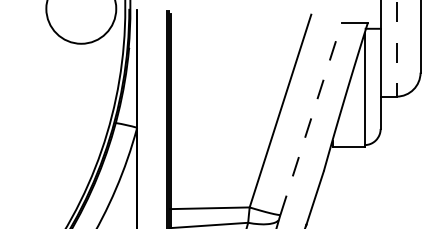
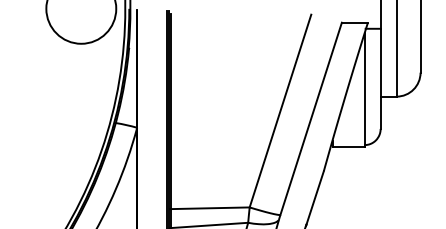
line at (396, 48): dashed -> solid
line at (311, 118): dashed -> solid
